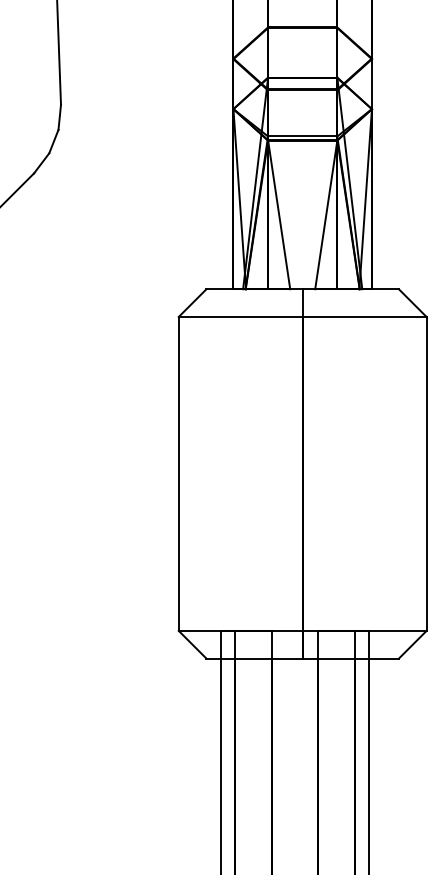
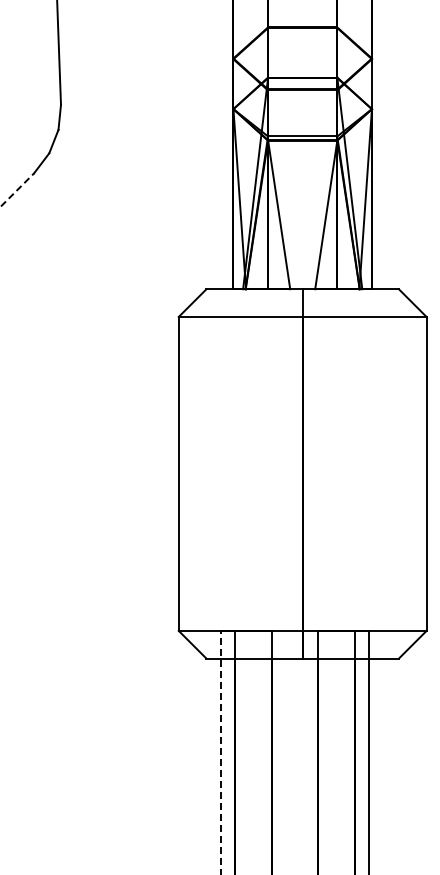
line at (17, 190): solid -> dashed
line at (221, 752): solid -> dashed
